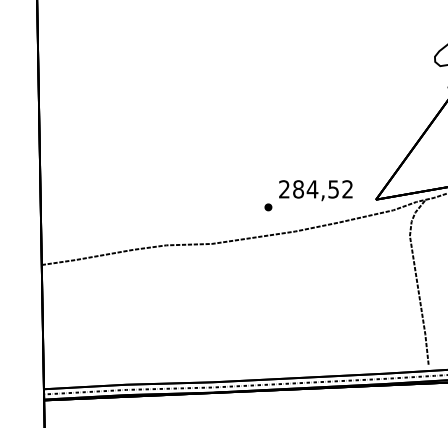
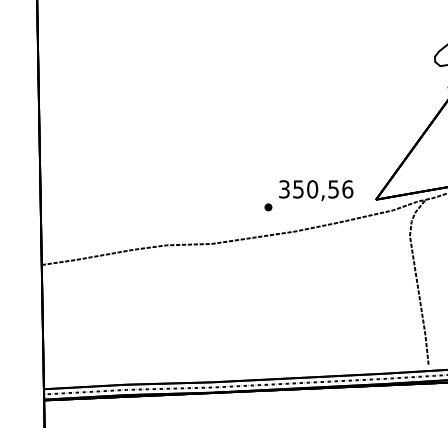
text at (316, 189): 284,52 -> 350,56
